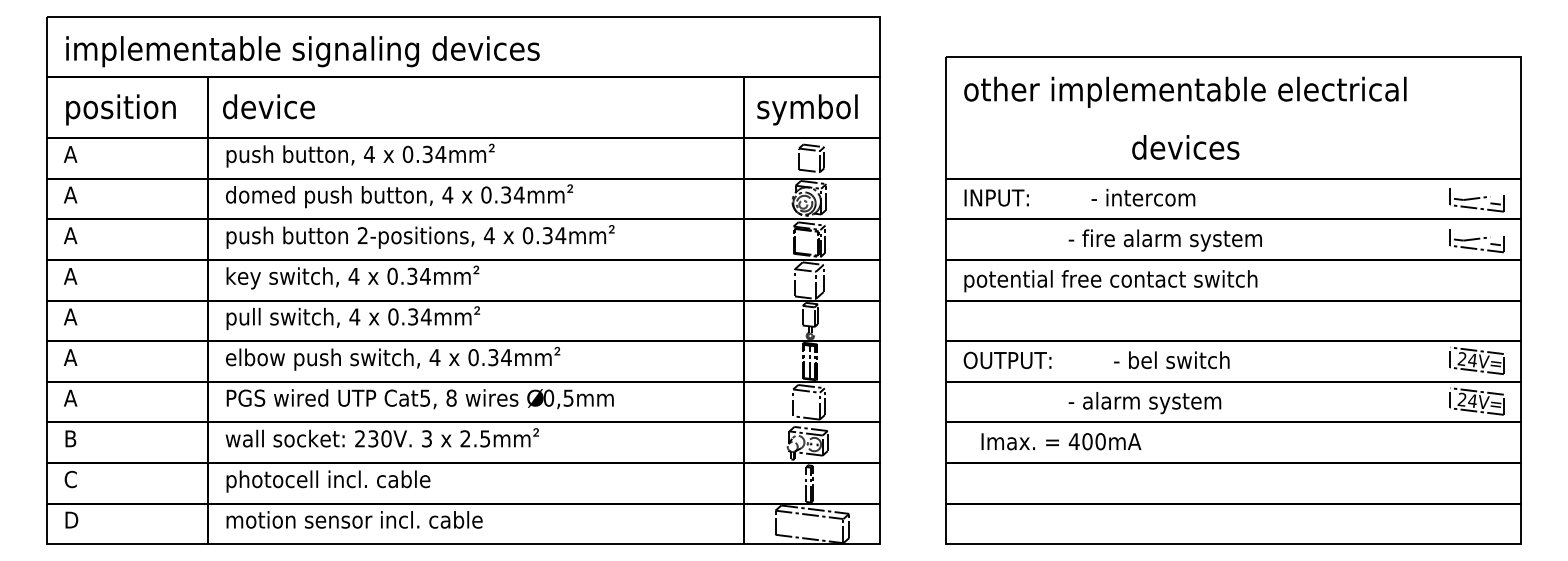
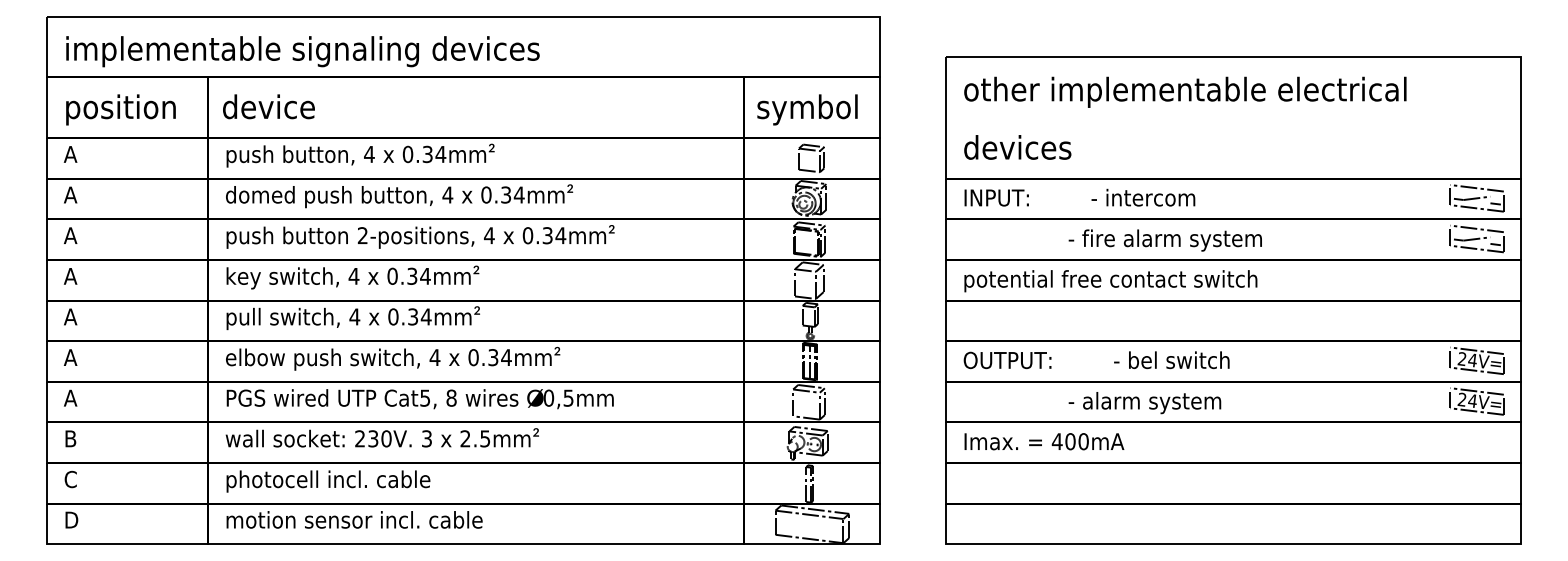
text at (1185, 147) position: (1185, 147) -> (1017, 147)
line at (1476, 187): none -> present
line at (1476, 228): none -> present
text at (1061, 441) position: (1061, 441) -> (1044, 441)
